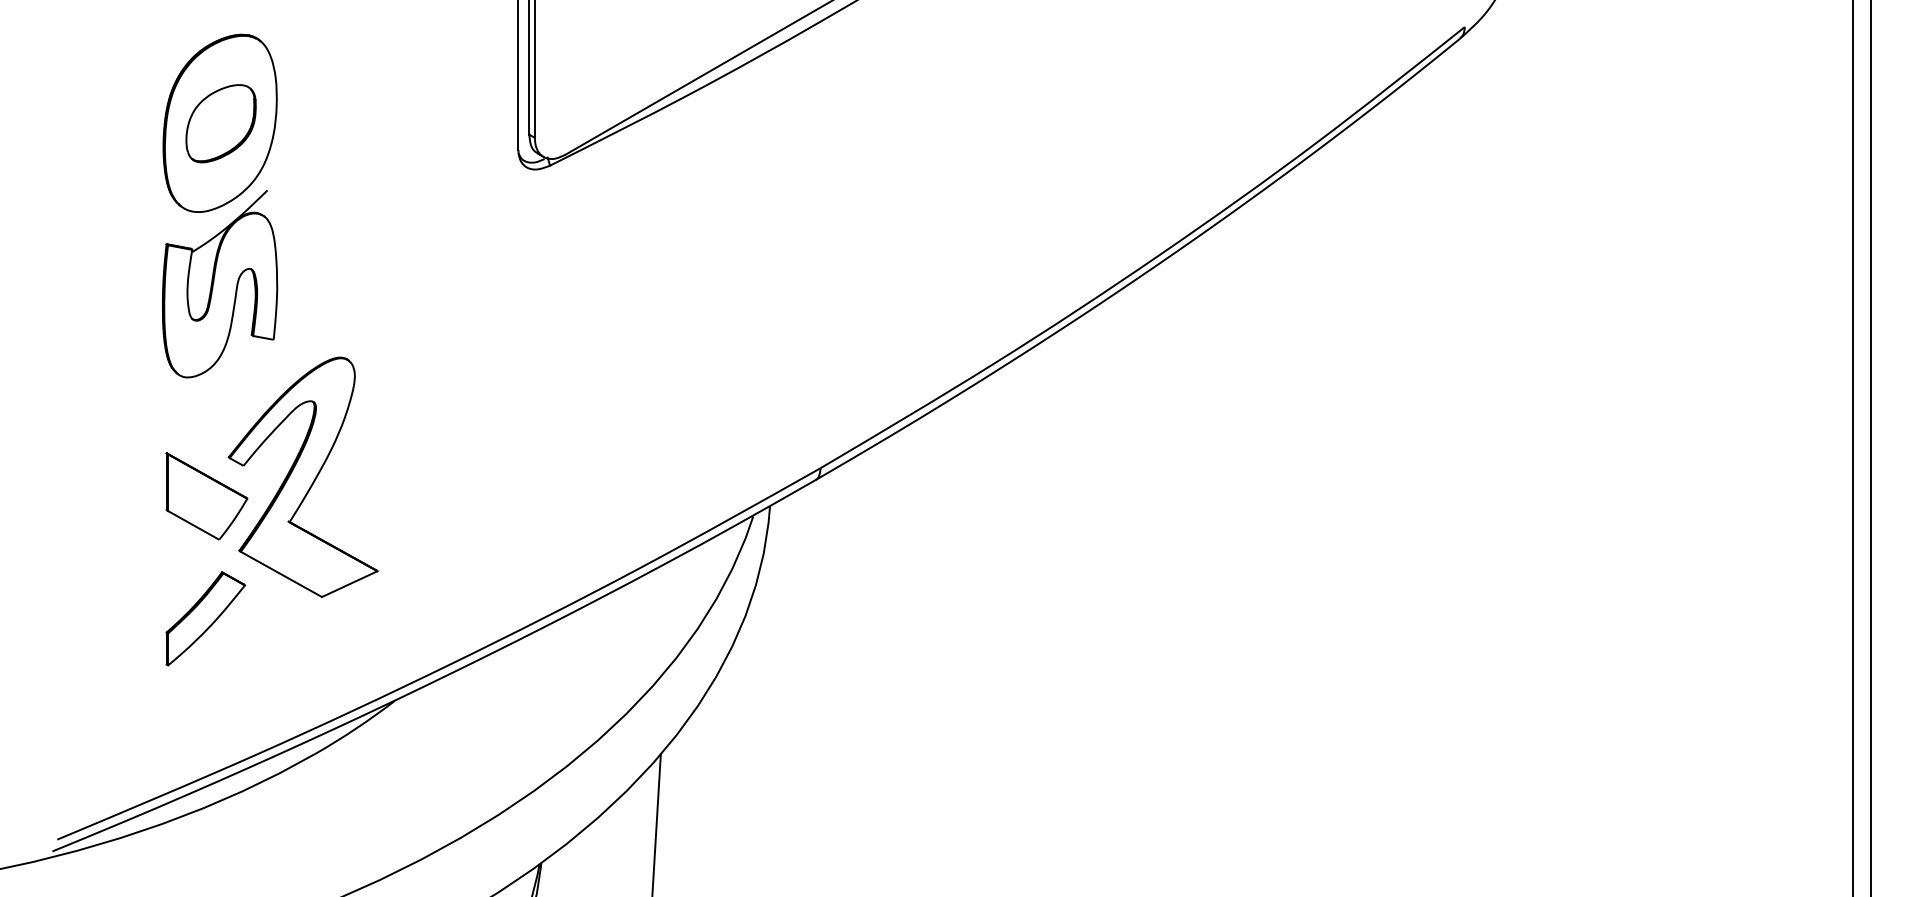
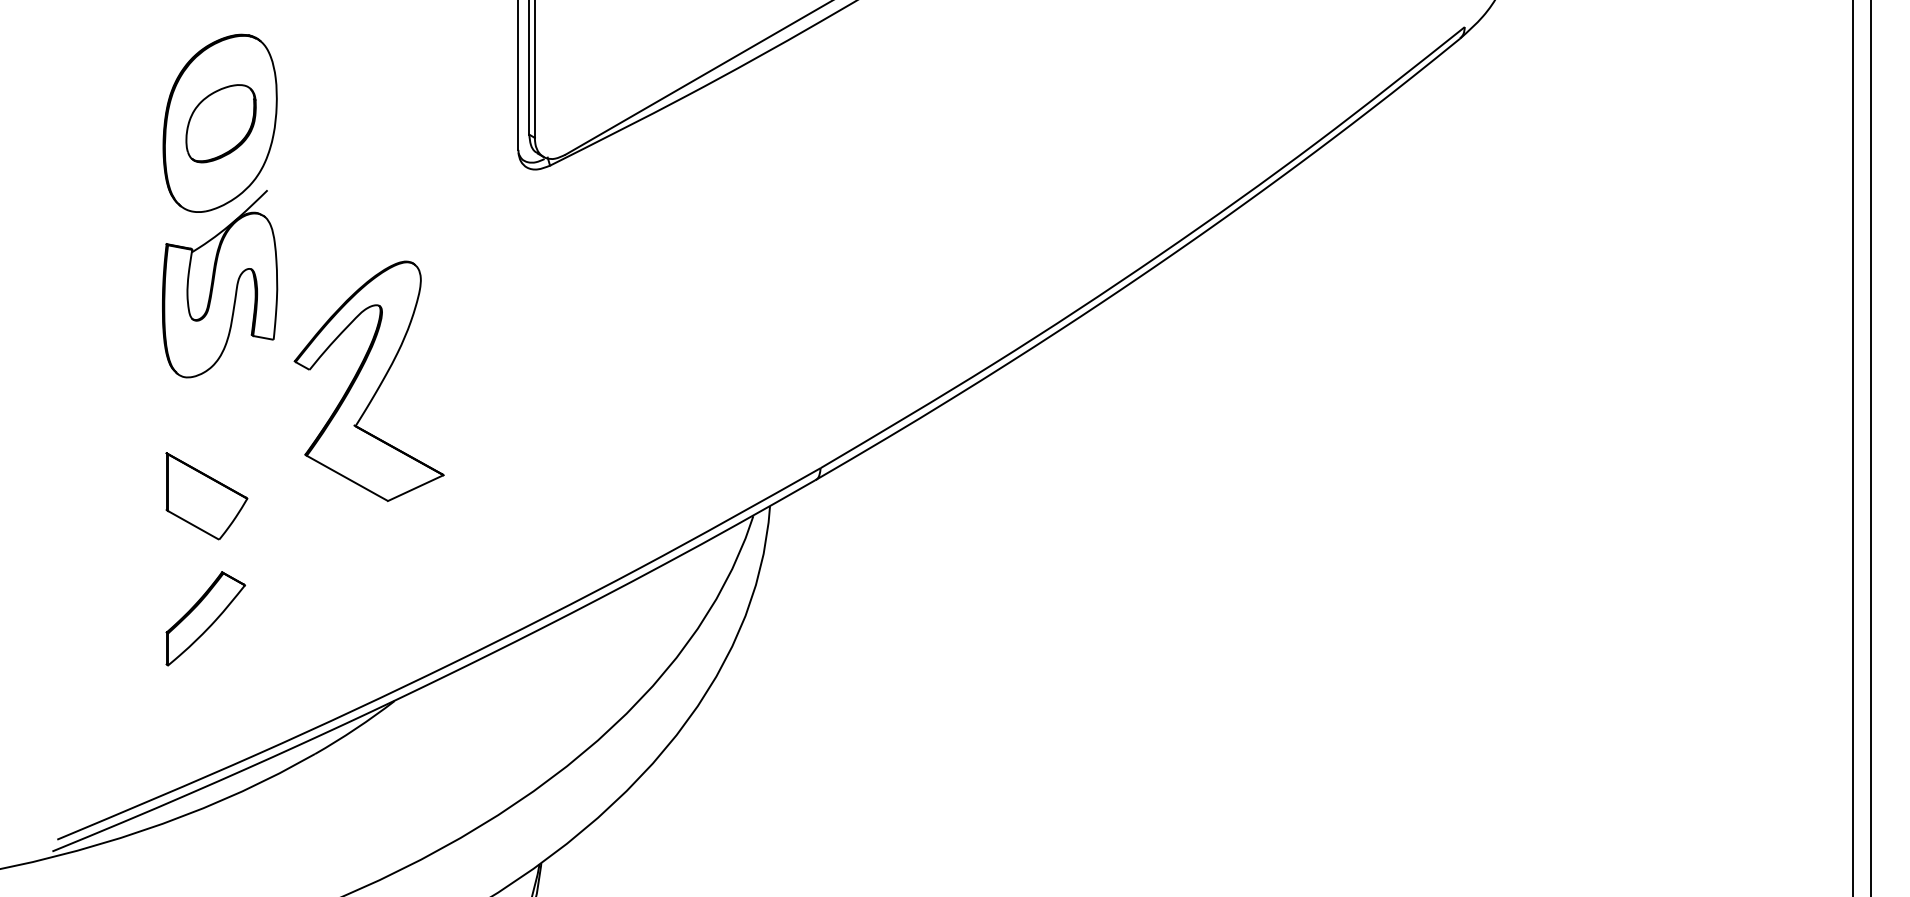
part at (302, 476) position: (302, 476) -> (368, 380)
line at (656, 823): present -> none
